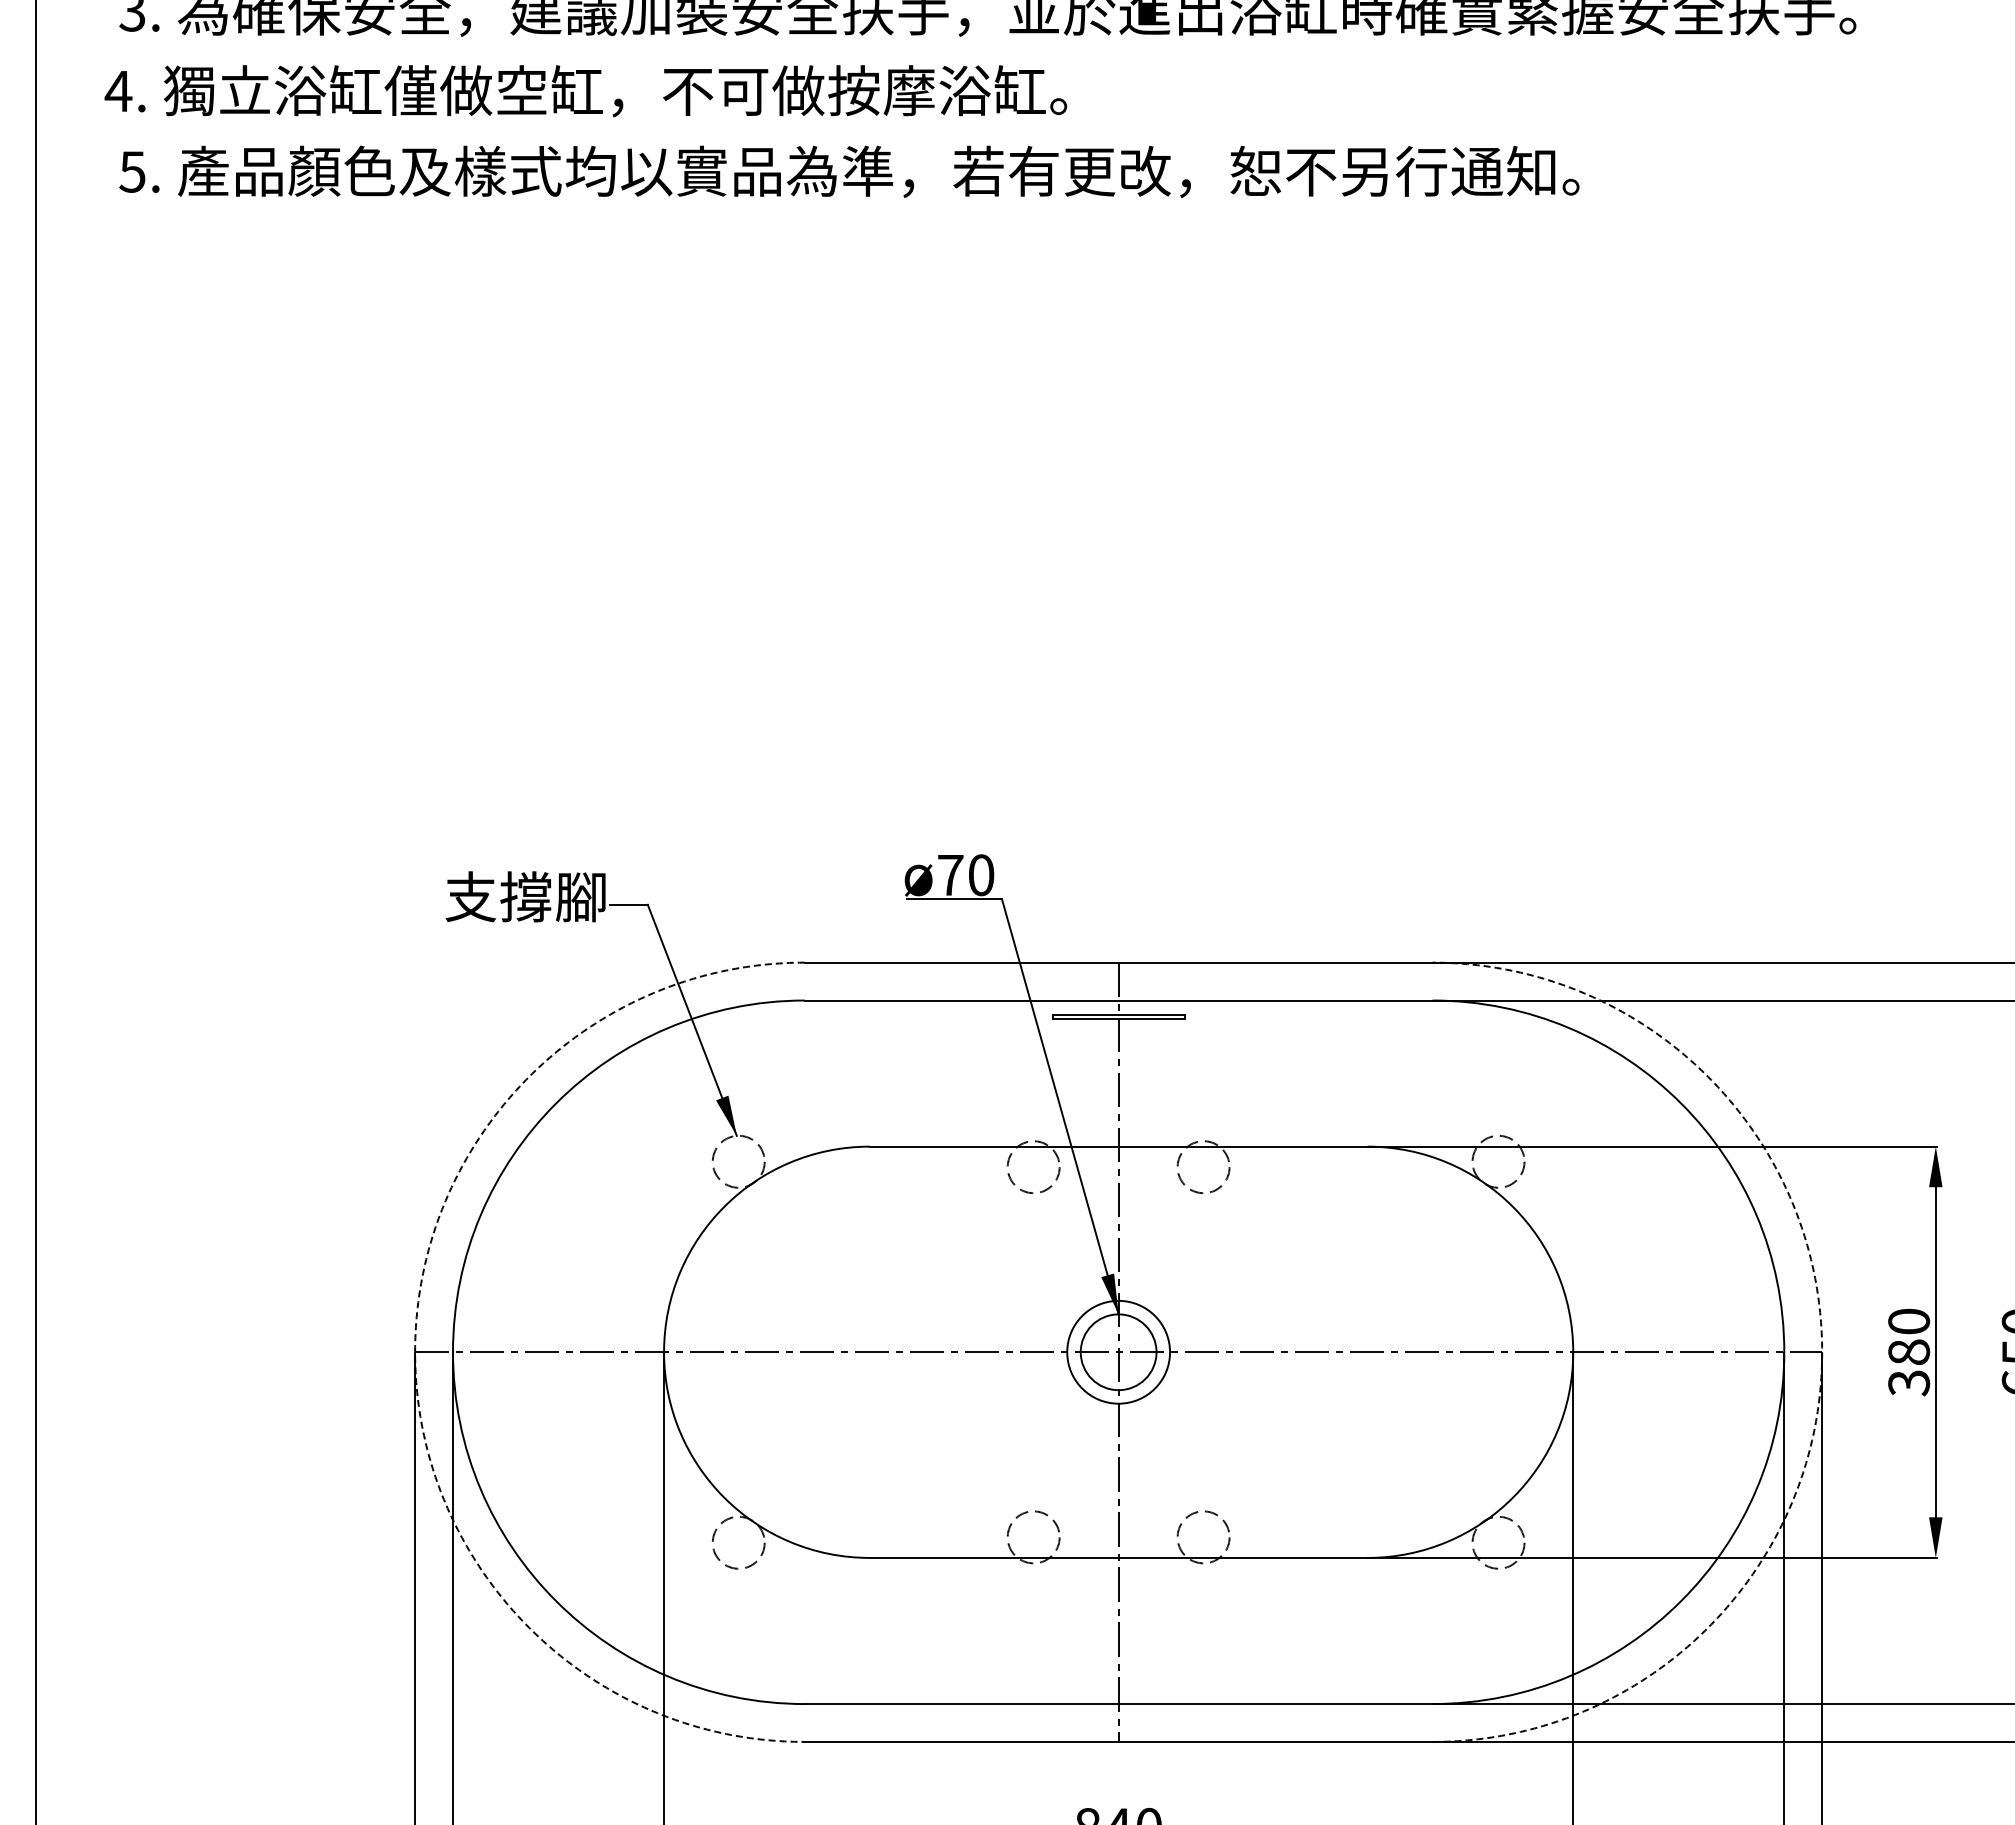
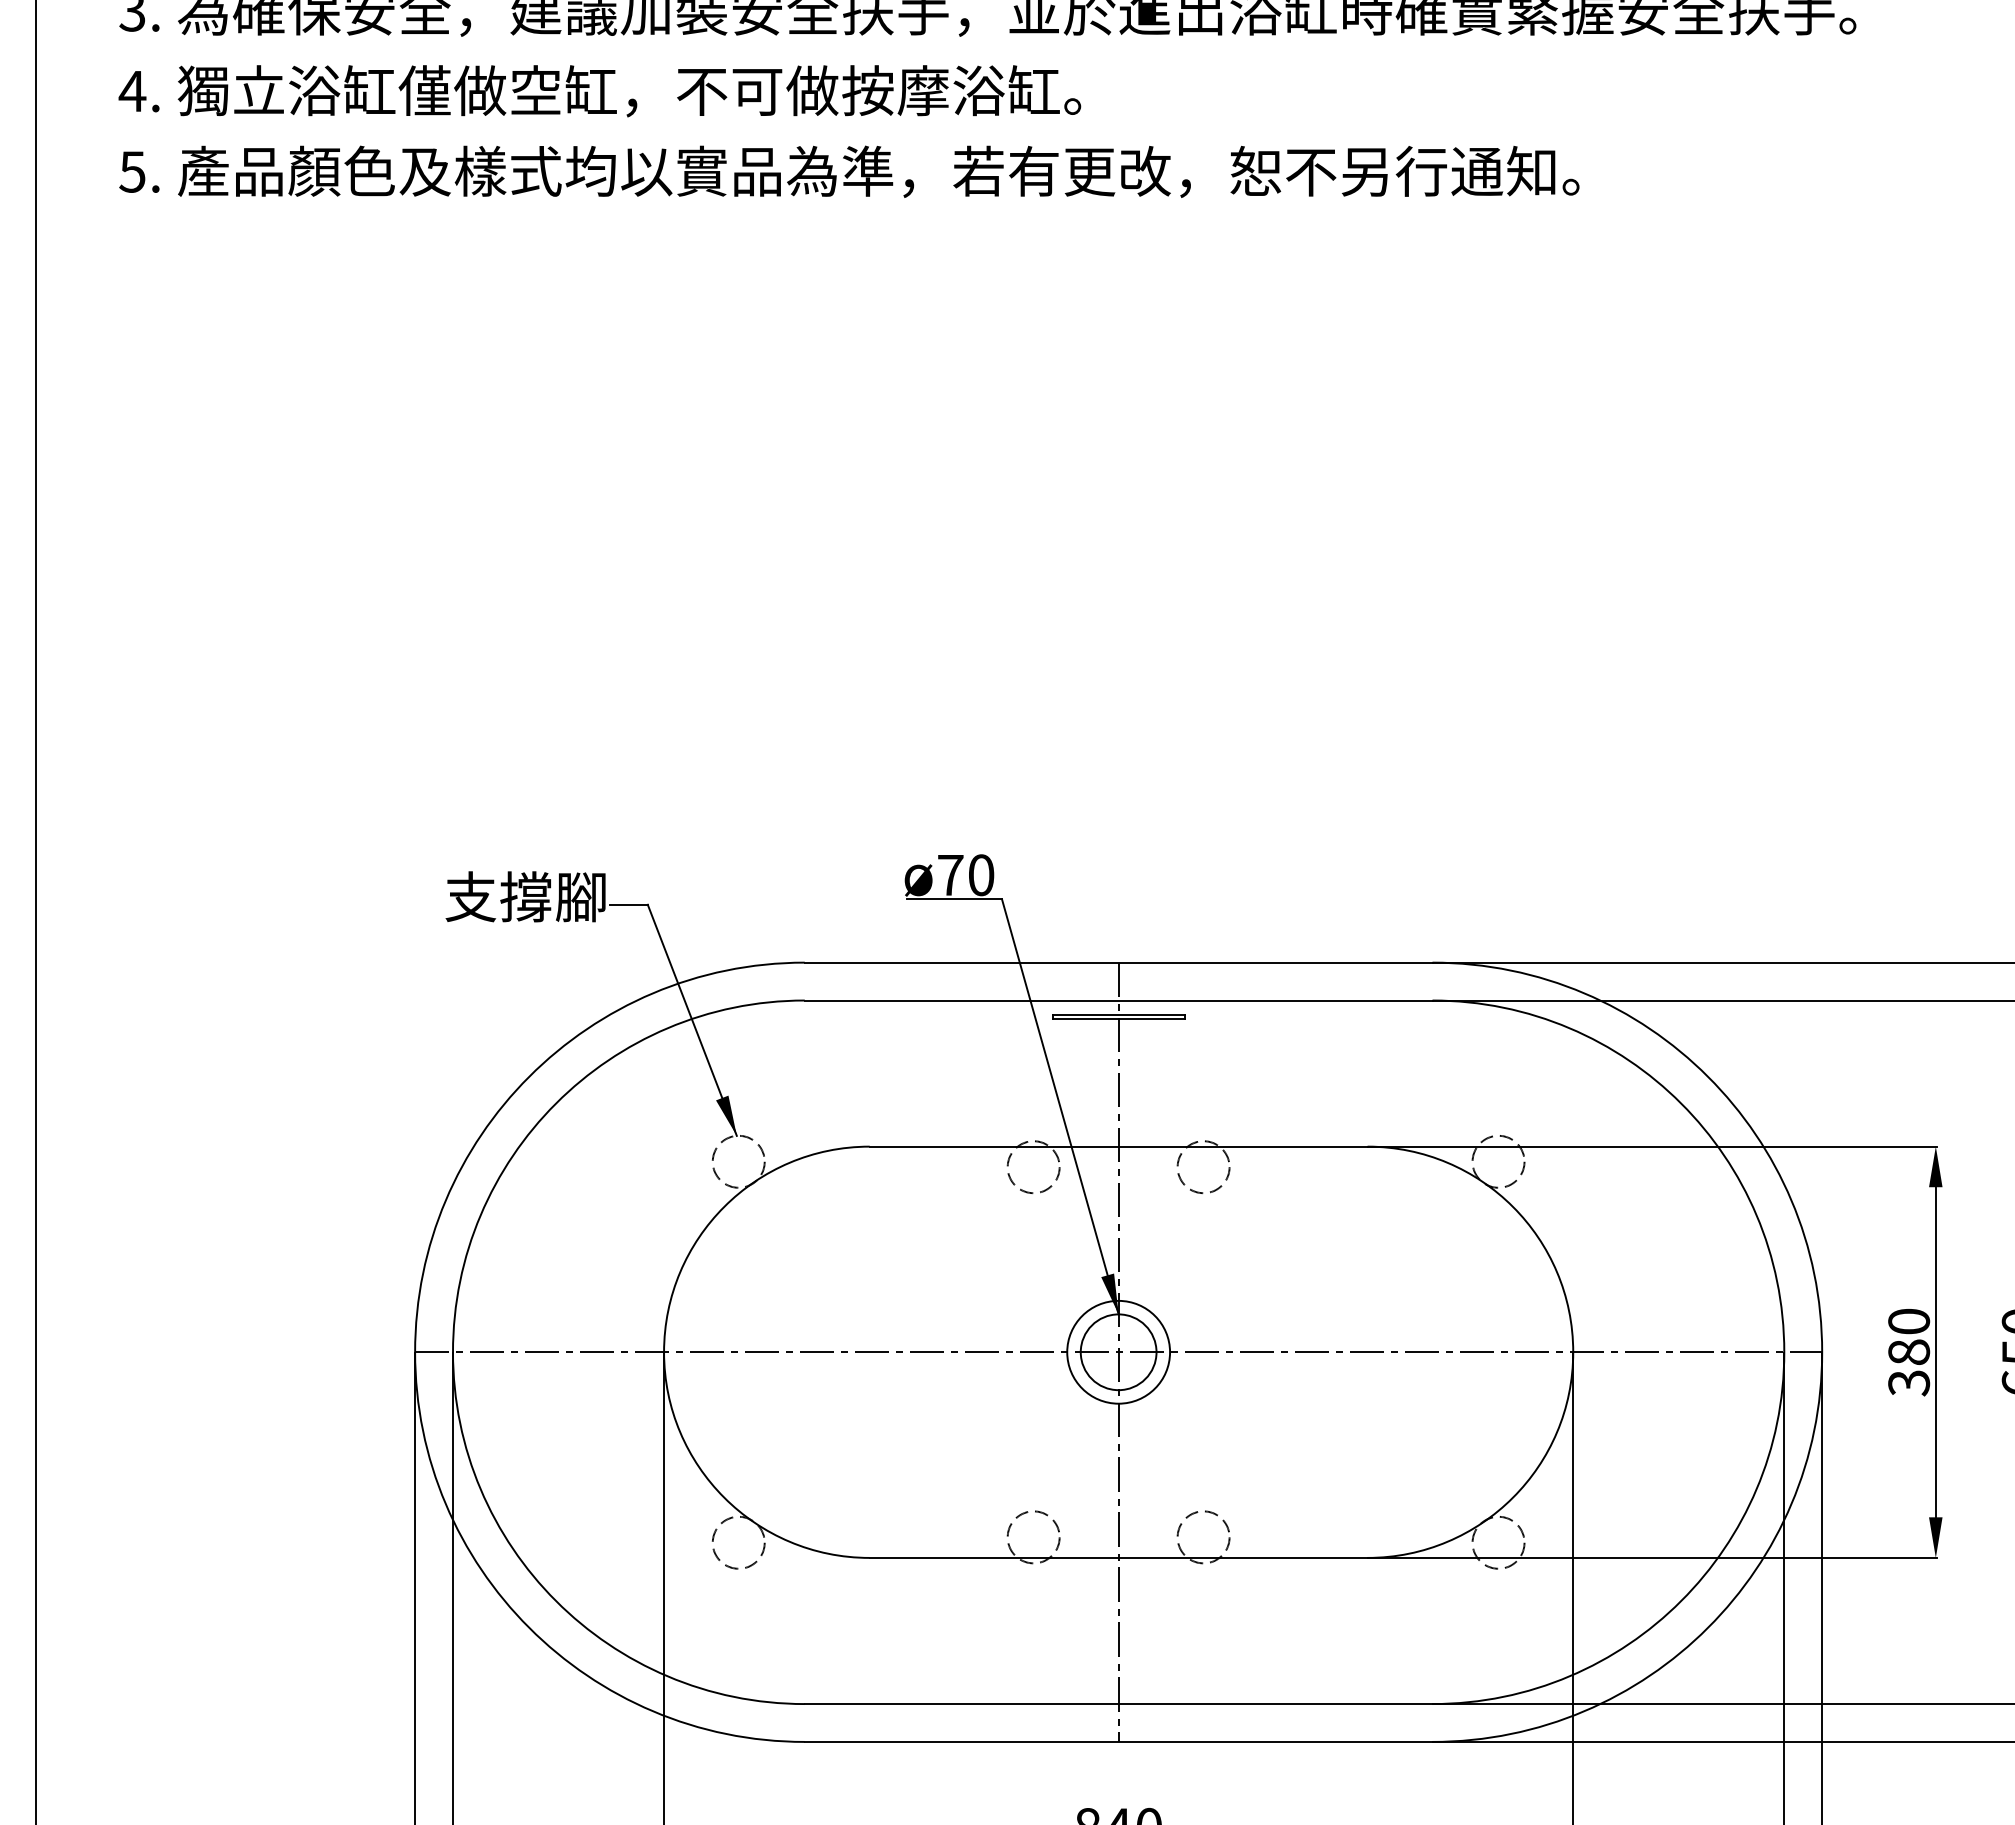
text at (585, 91) position: (585, 91) -> (599, 91)
arc at (415, 1352): dashed -> solid
arc at (1822, 1352): dashed -> solid
